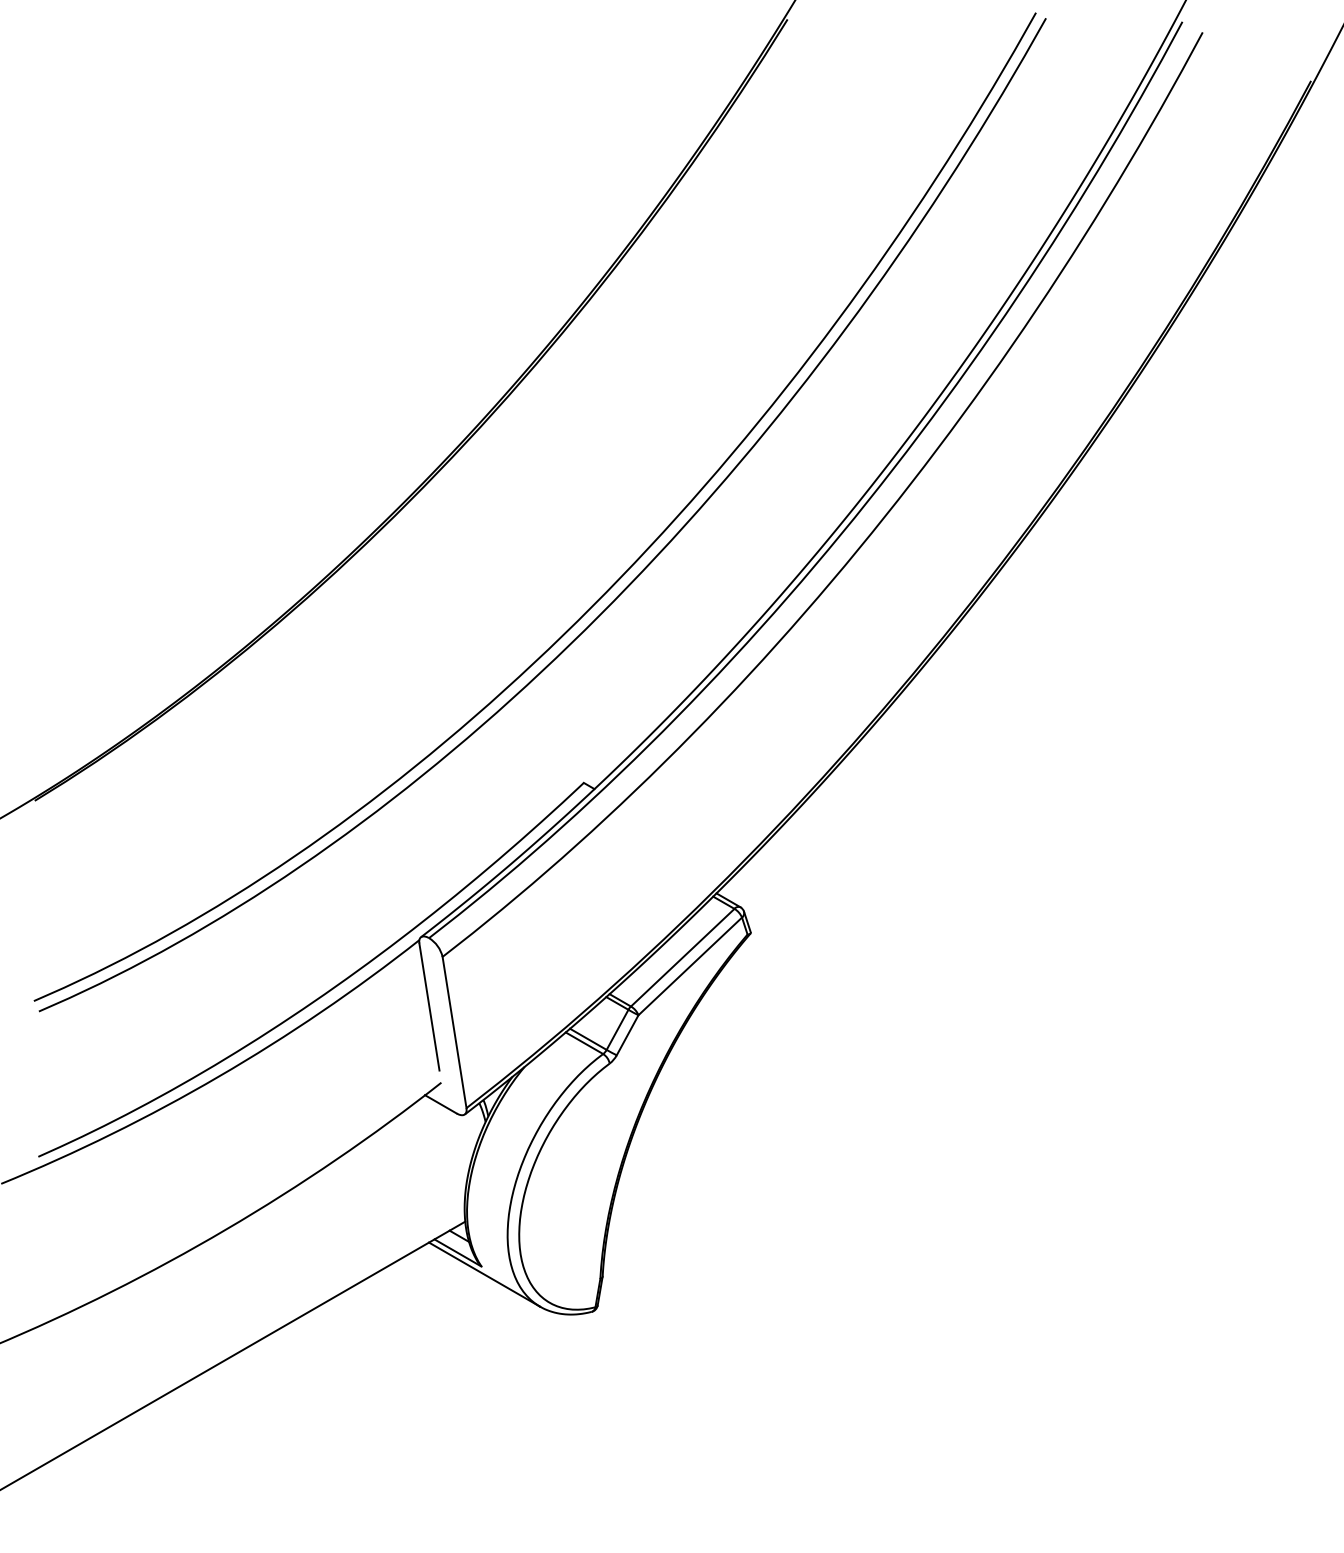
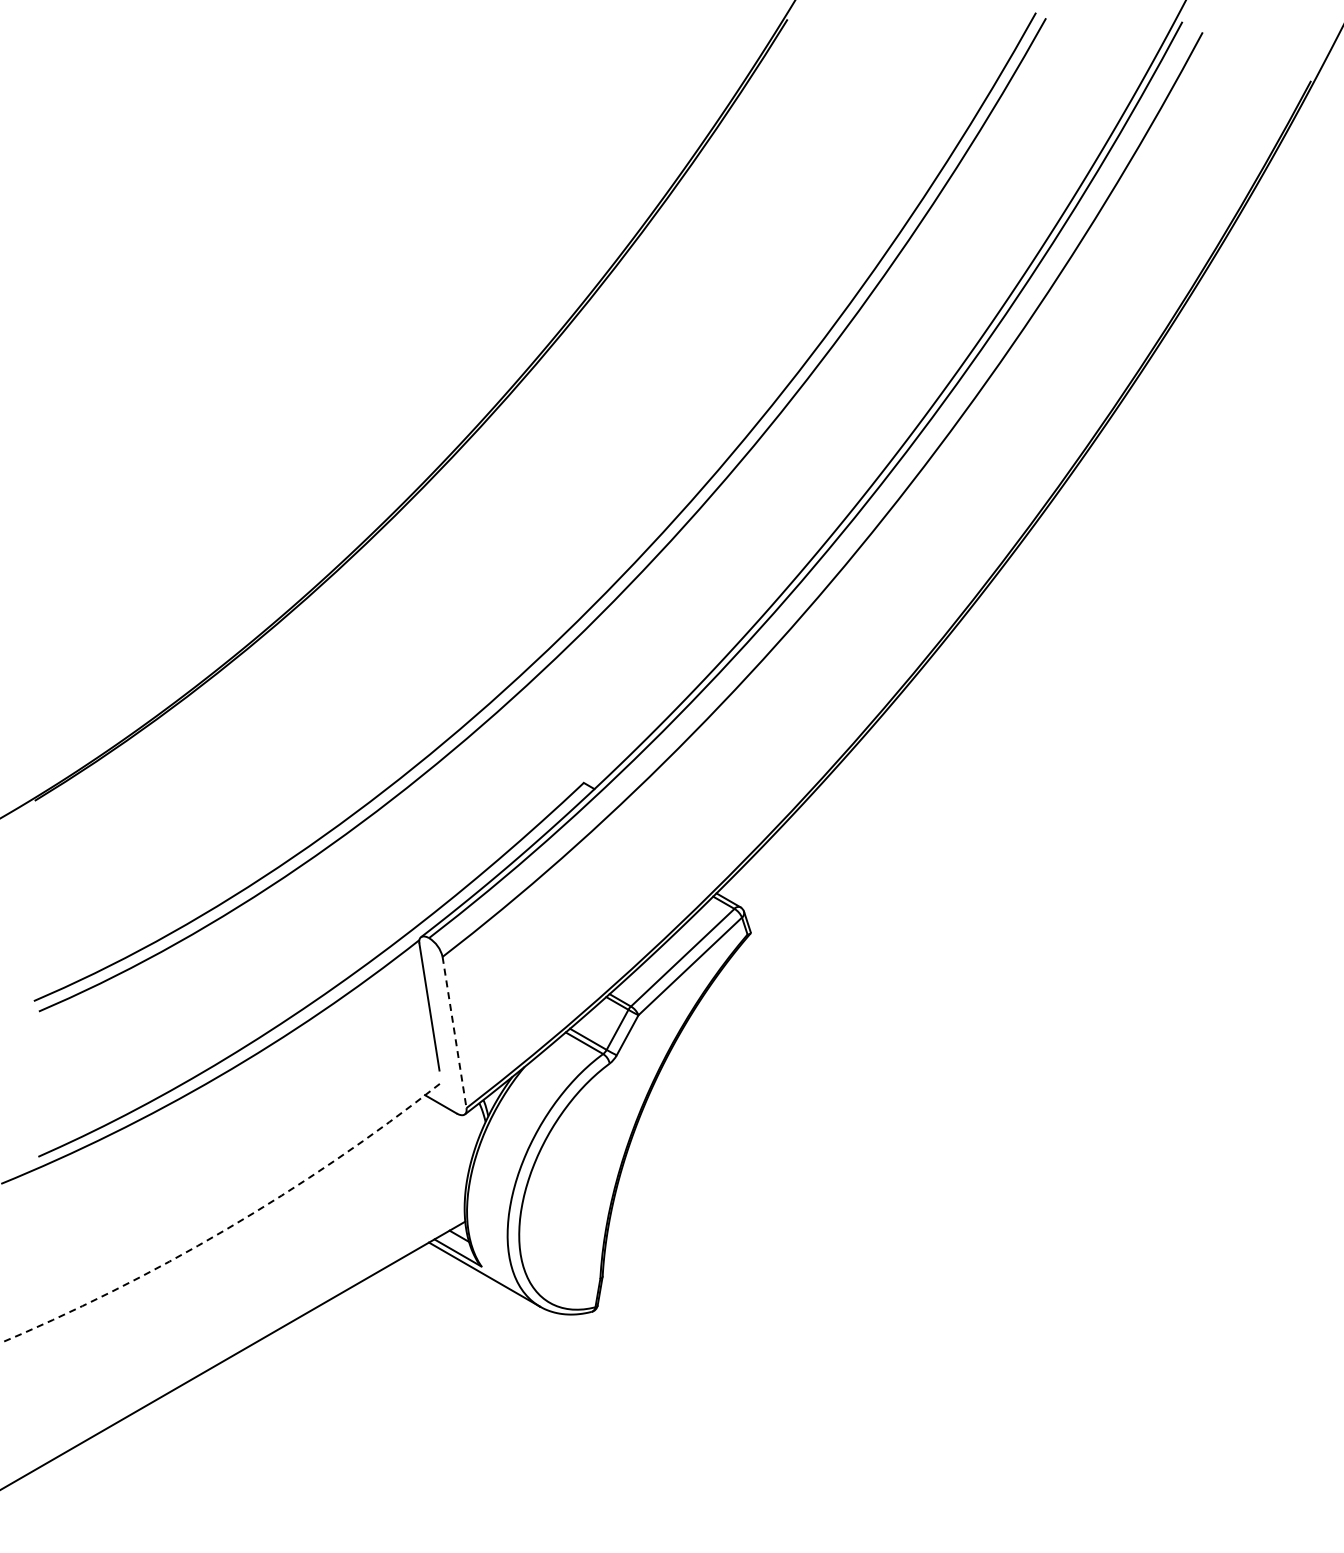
line at (454, 1032): solid -> dashed
arc at (229, 1227): solid -> dashed
